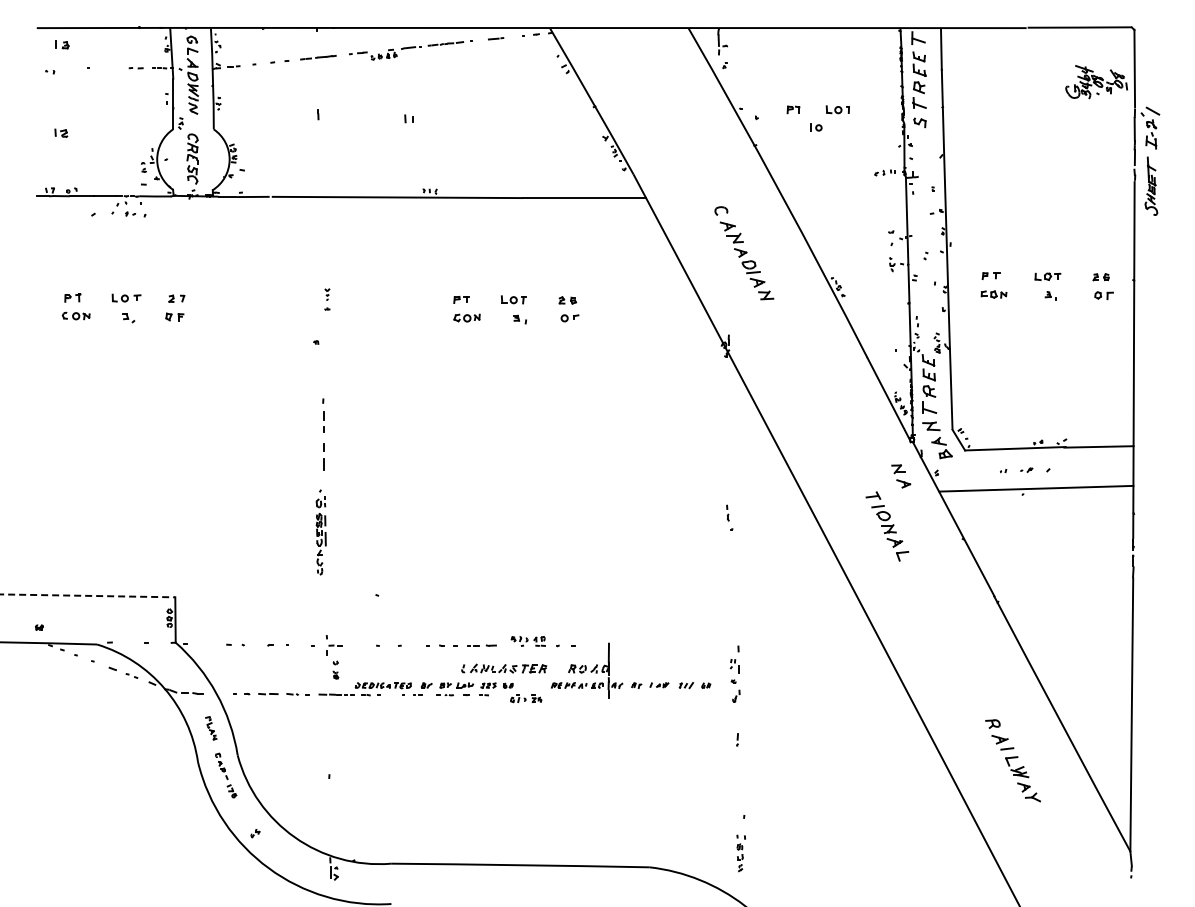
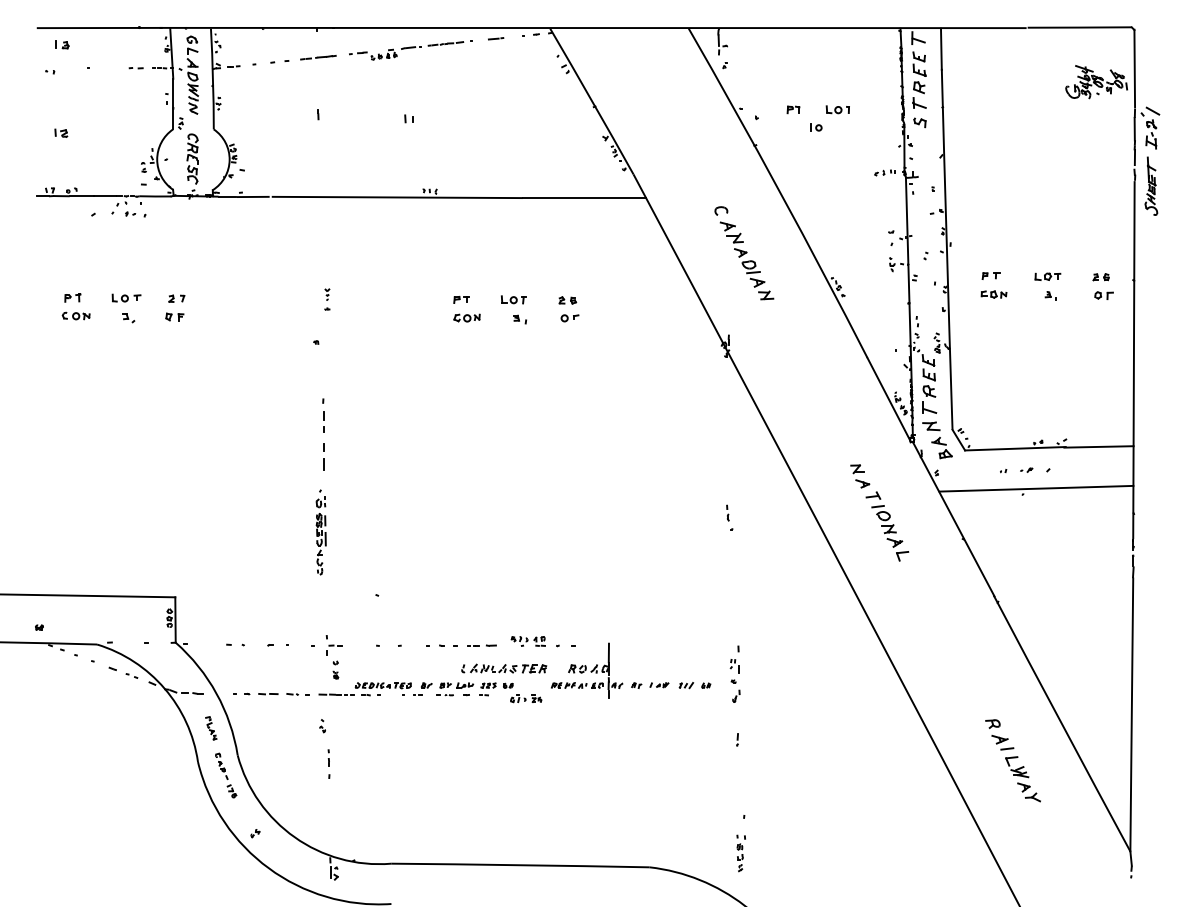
part at (901, 476) position: (901, 476) -> (860, 476)
line at (88, 595): dashed -> solid
part at (322, 726): none -> present
part at (328, 757): none -> present
